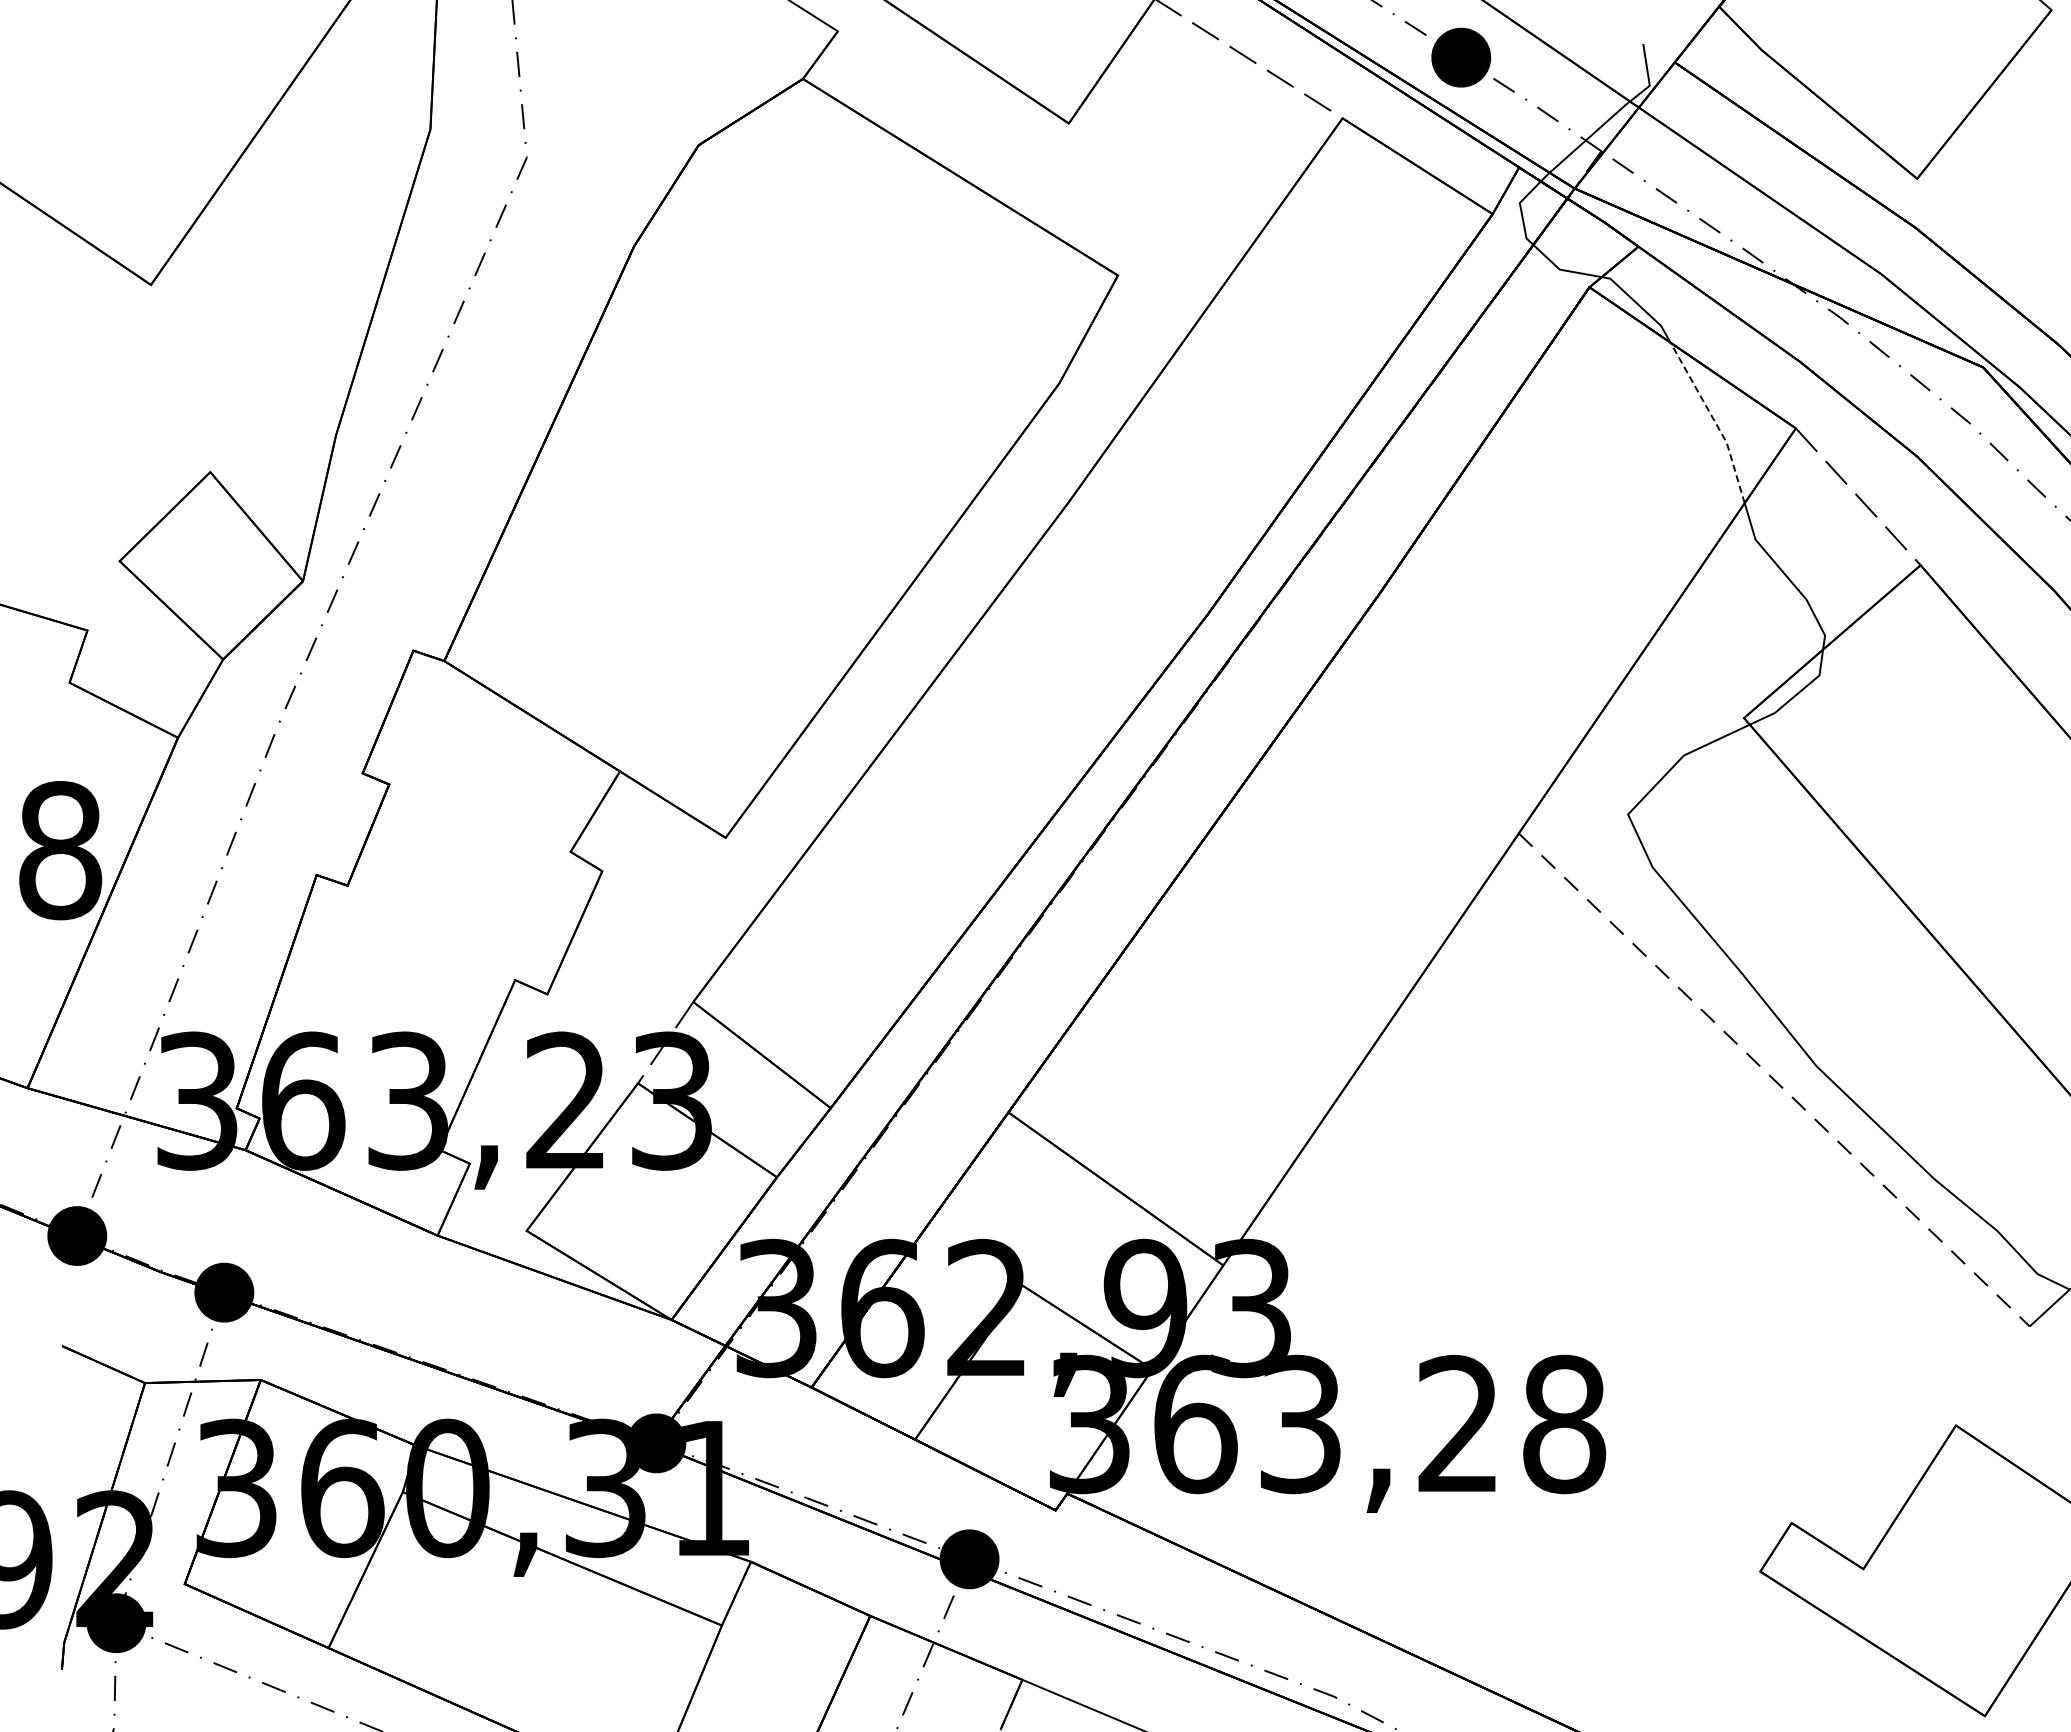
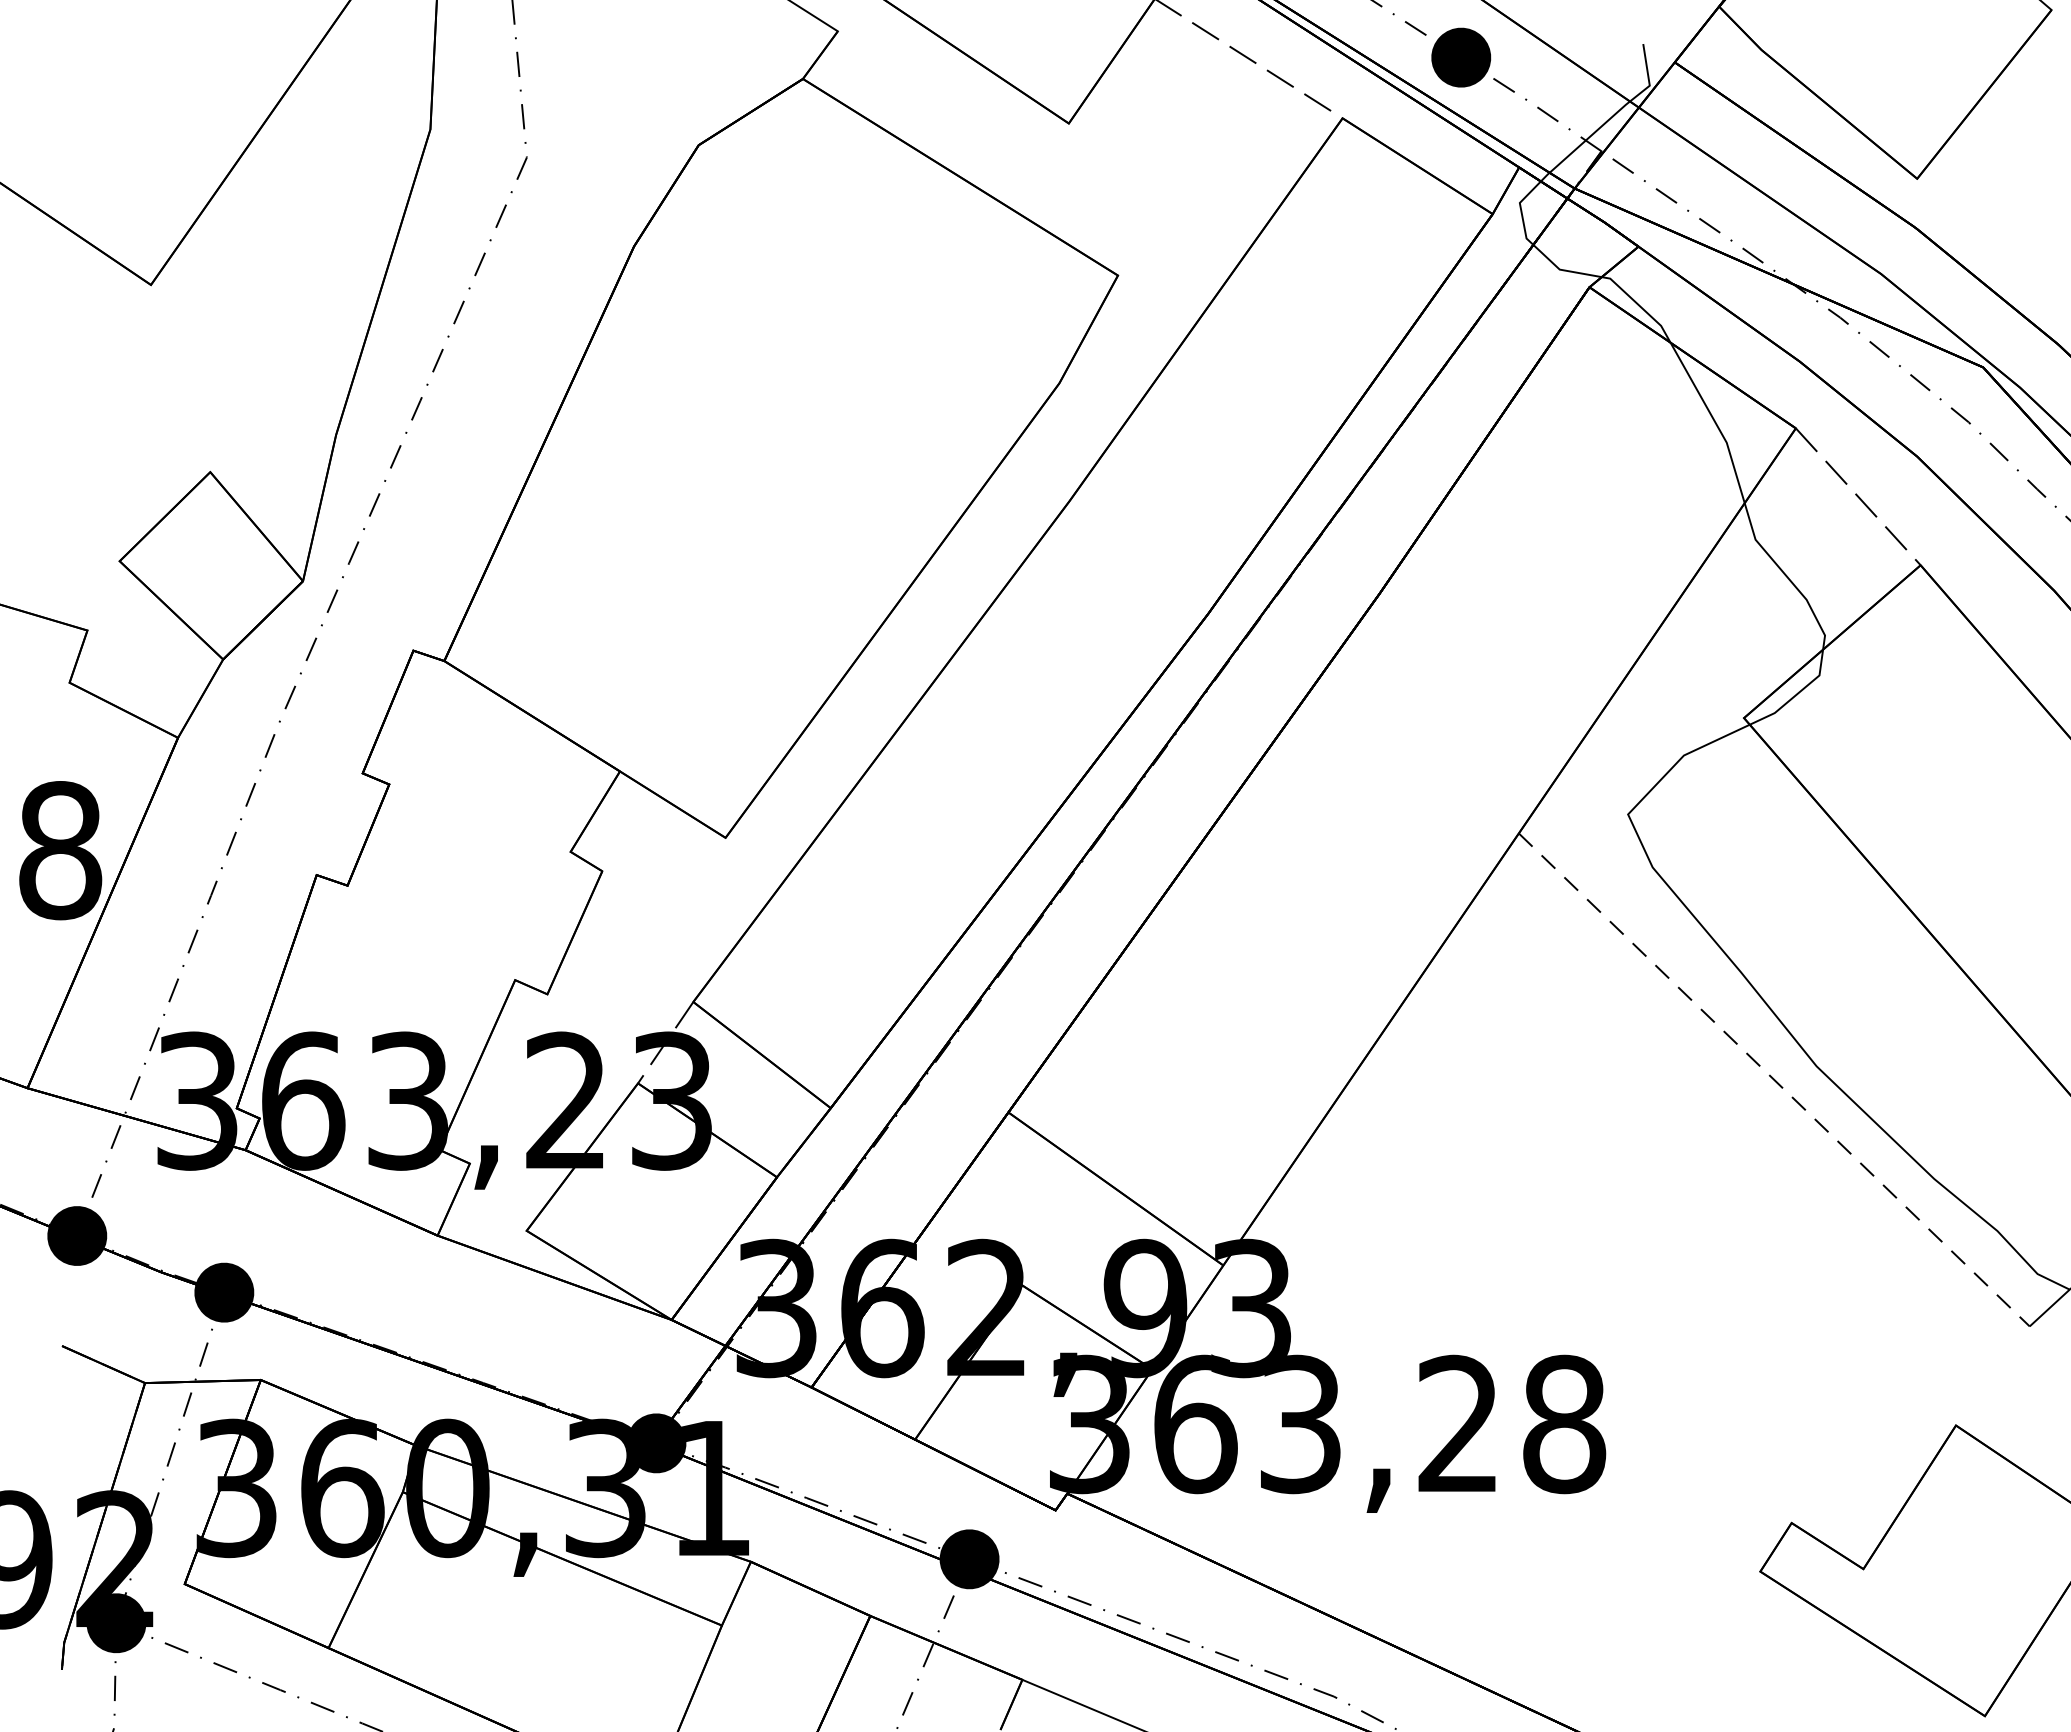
line at (1714, 421): dashed -> solid
